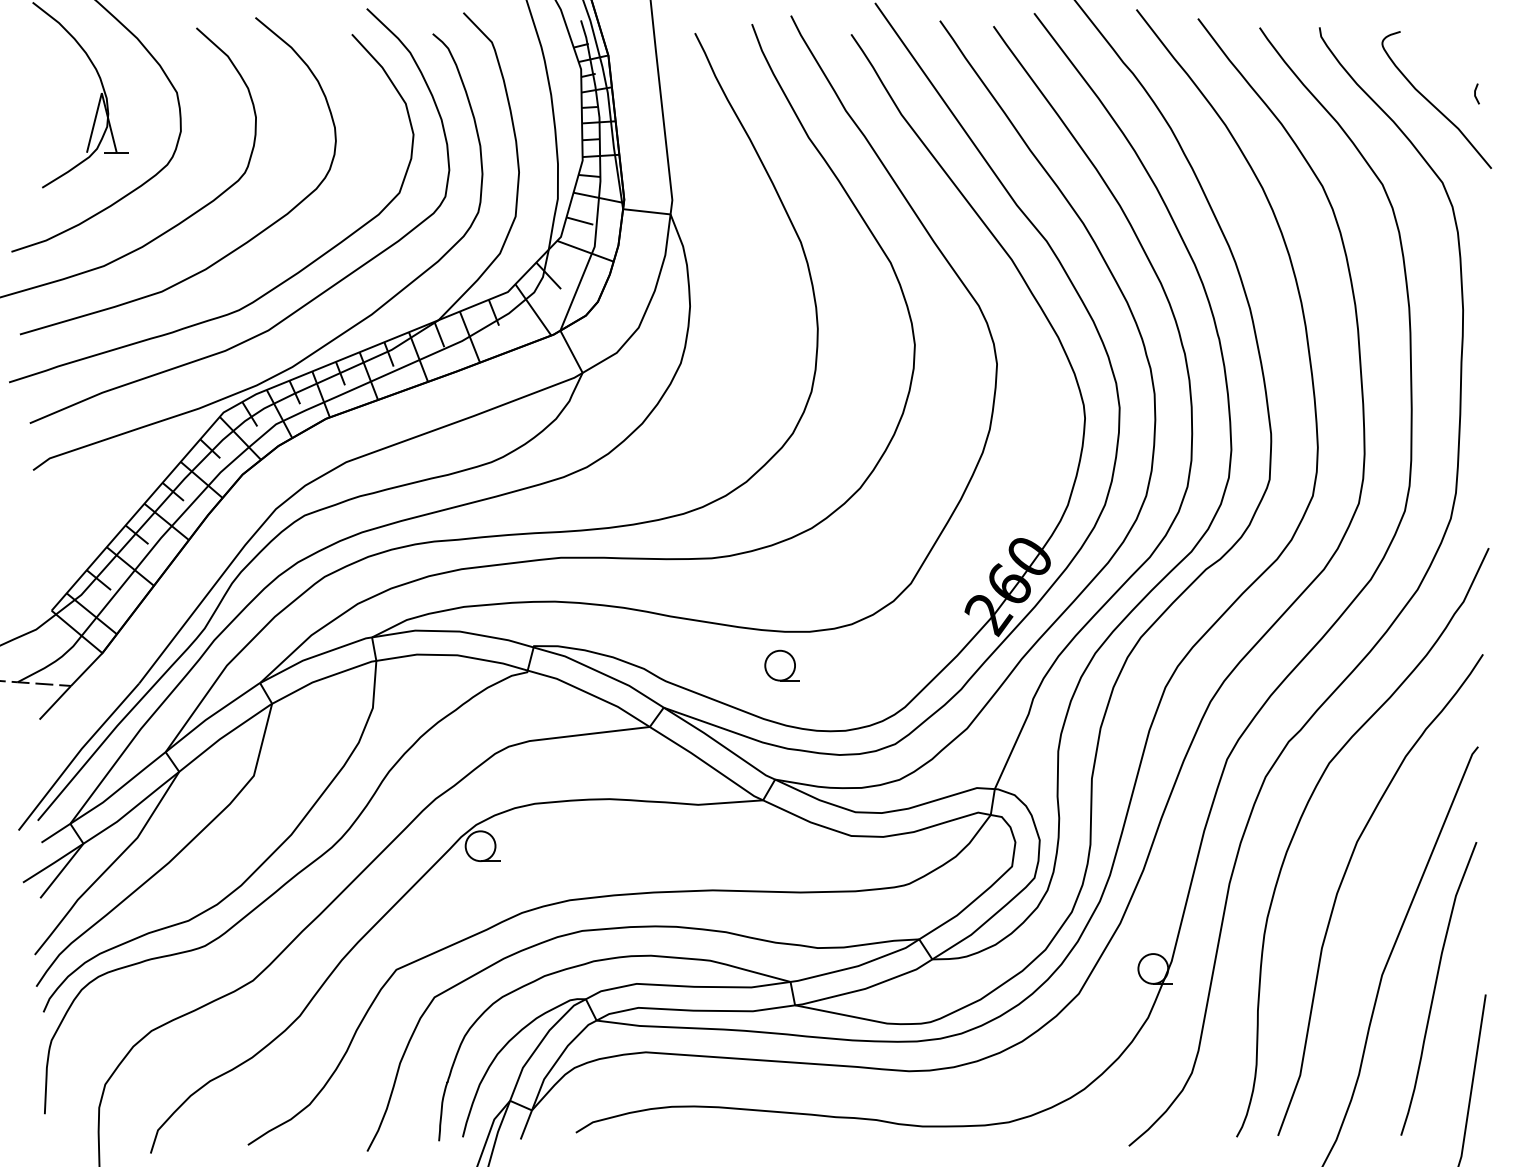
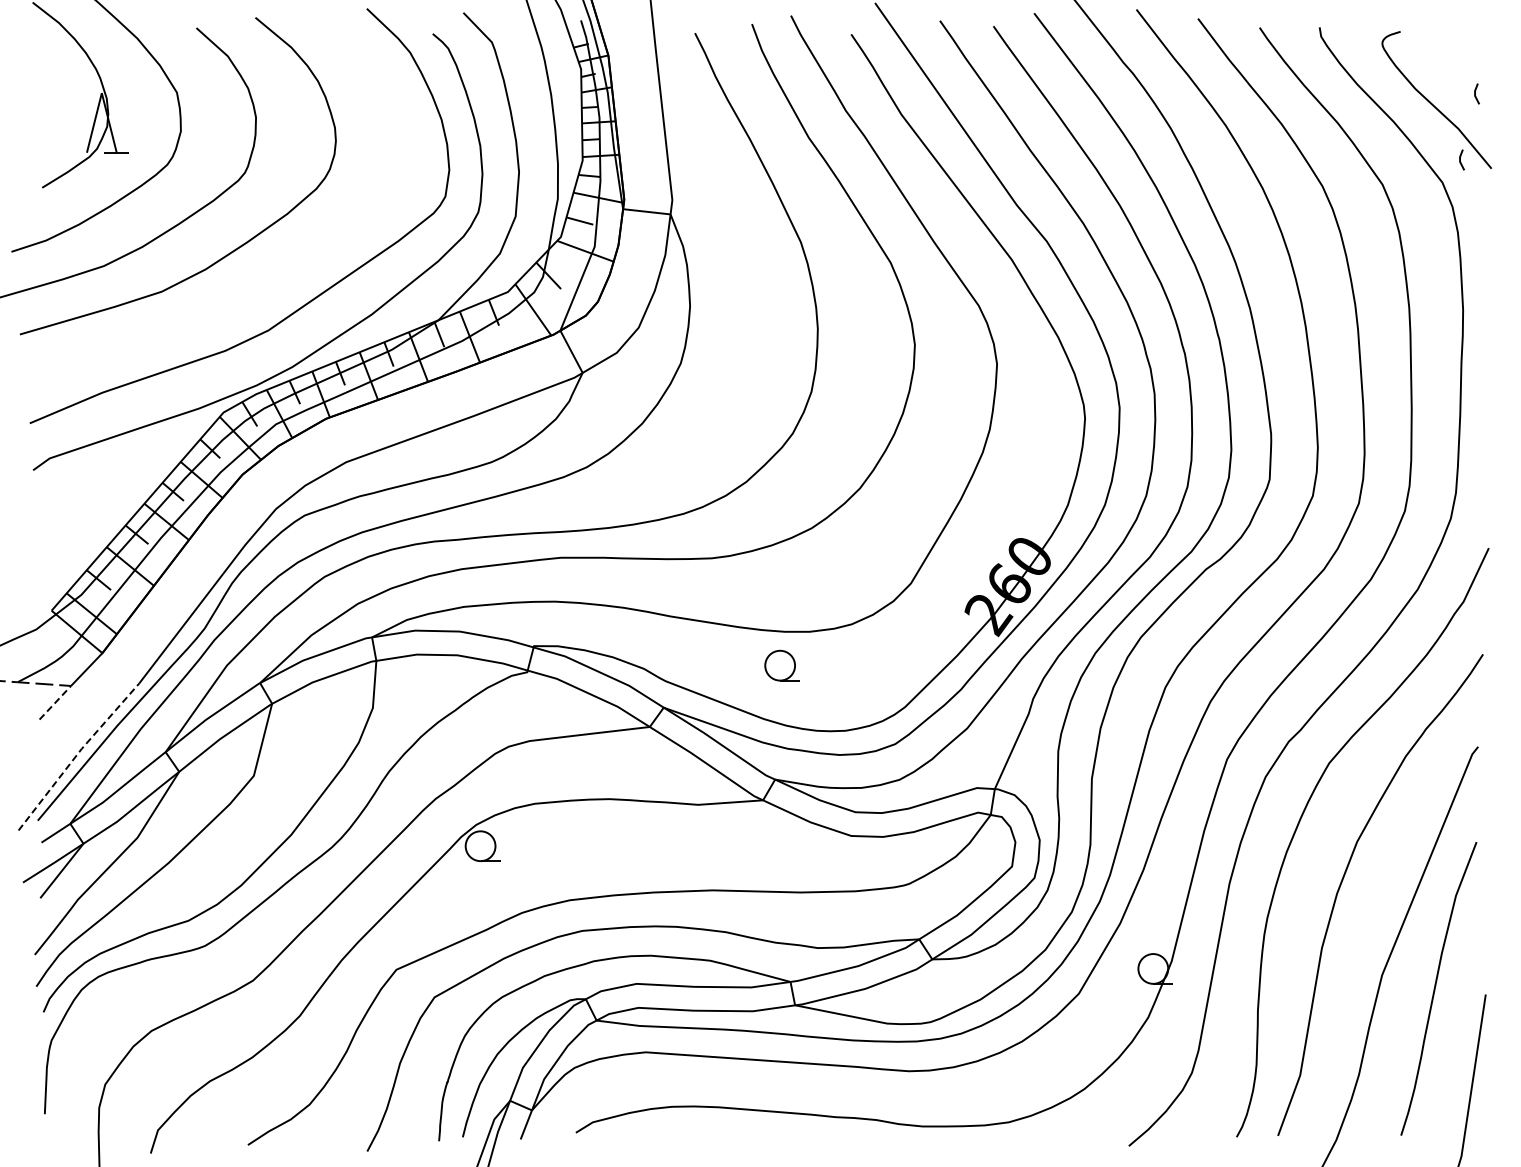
line at (1460, 159): none -> present
curve at (267, 291): present -> none
line at (55, 702): solid -> dashed
line at (76, 755): solid -> dashed
